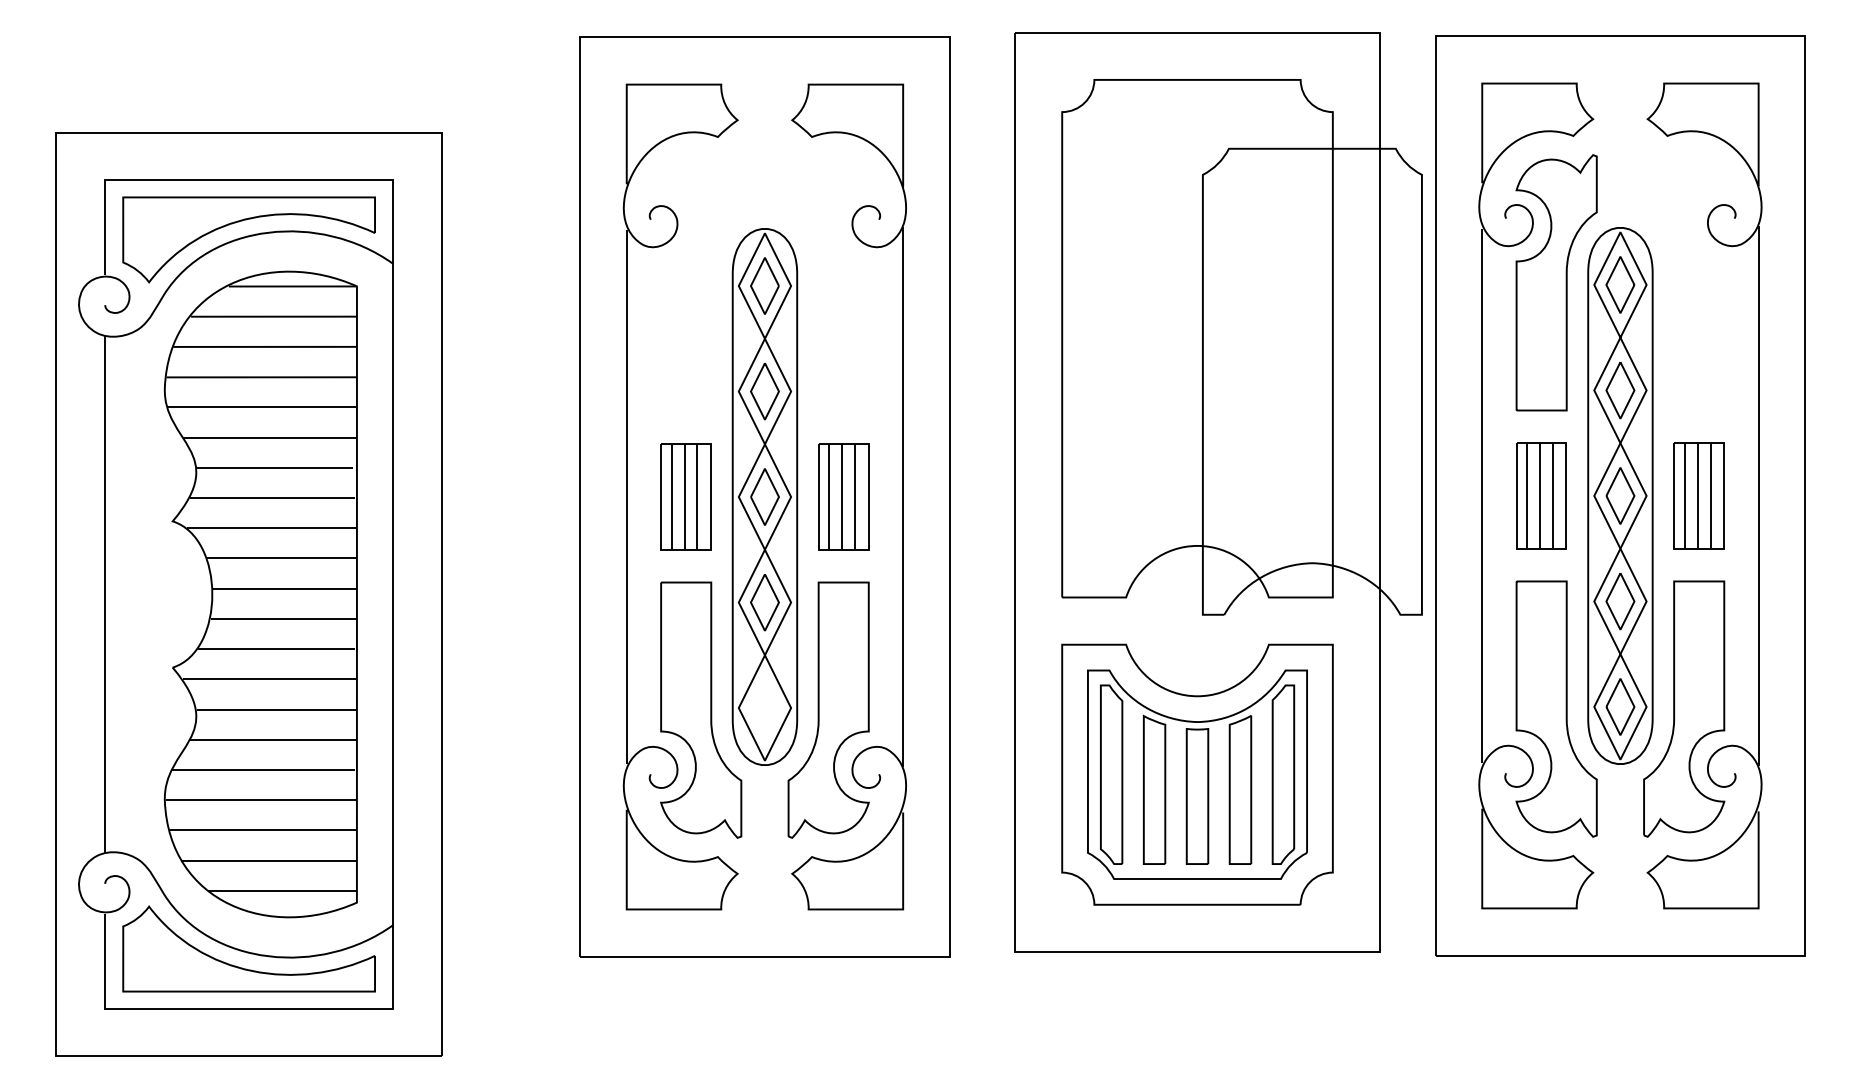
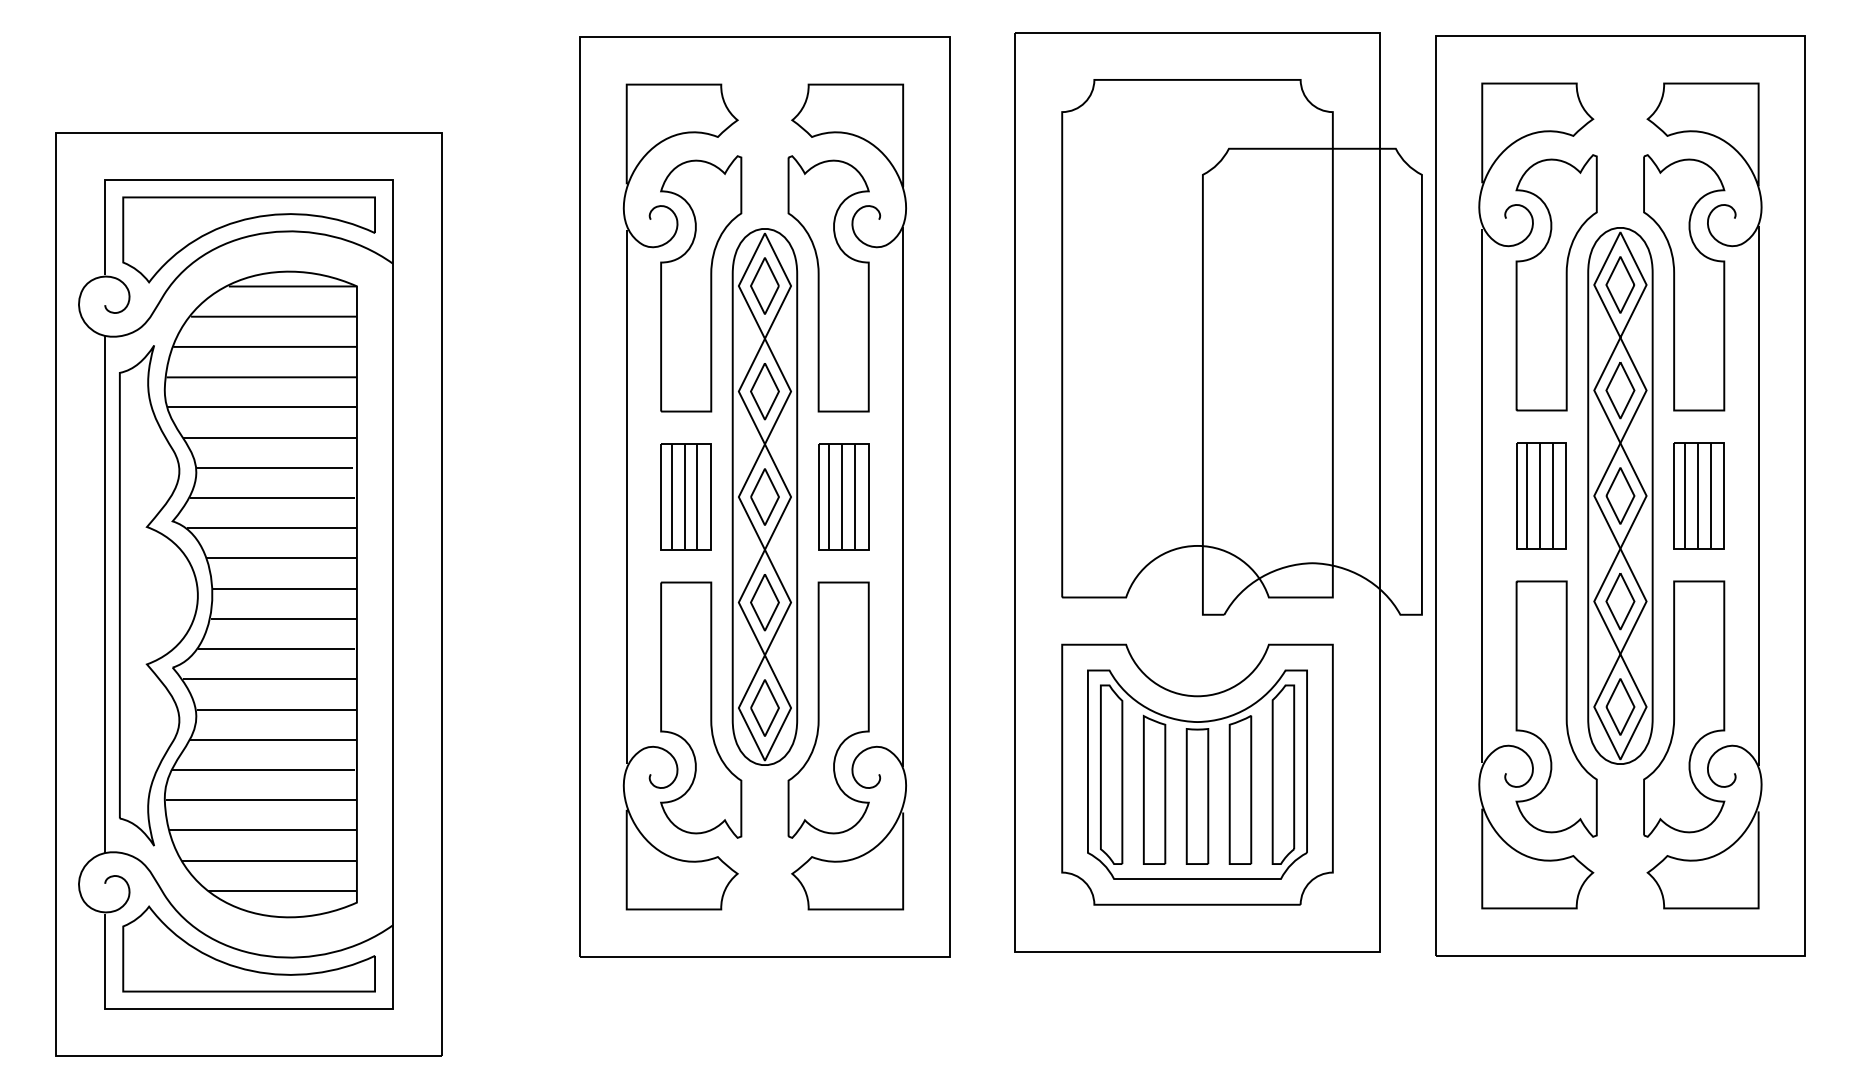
part at (1684, 282): none -> present
part at (701, 283): none -> present
part at (828, 283): none -> present
part at (158, 595): none -> present
part at (764, 707): none -> present
